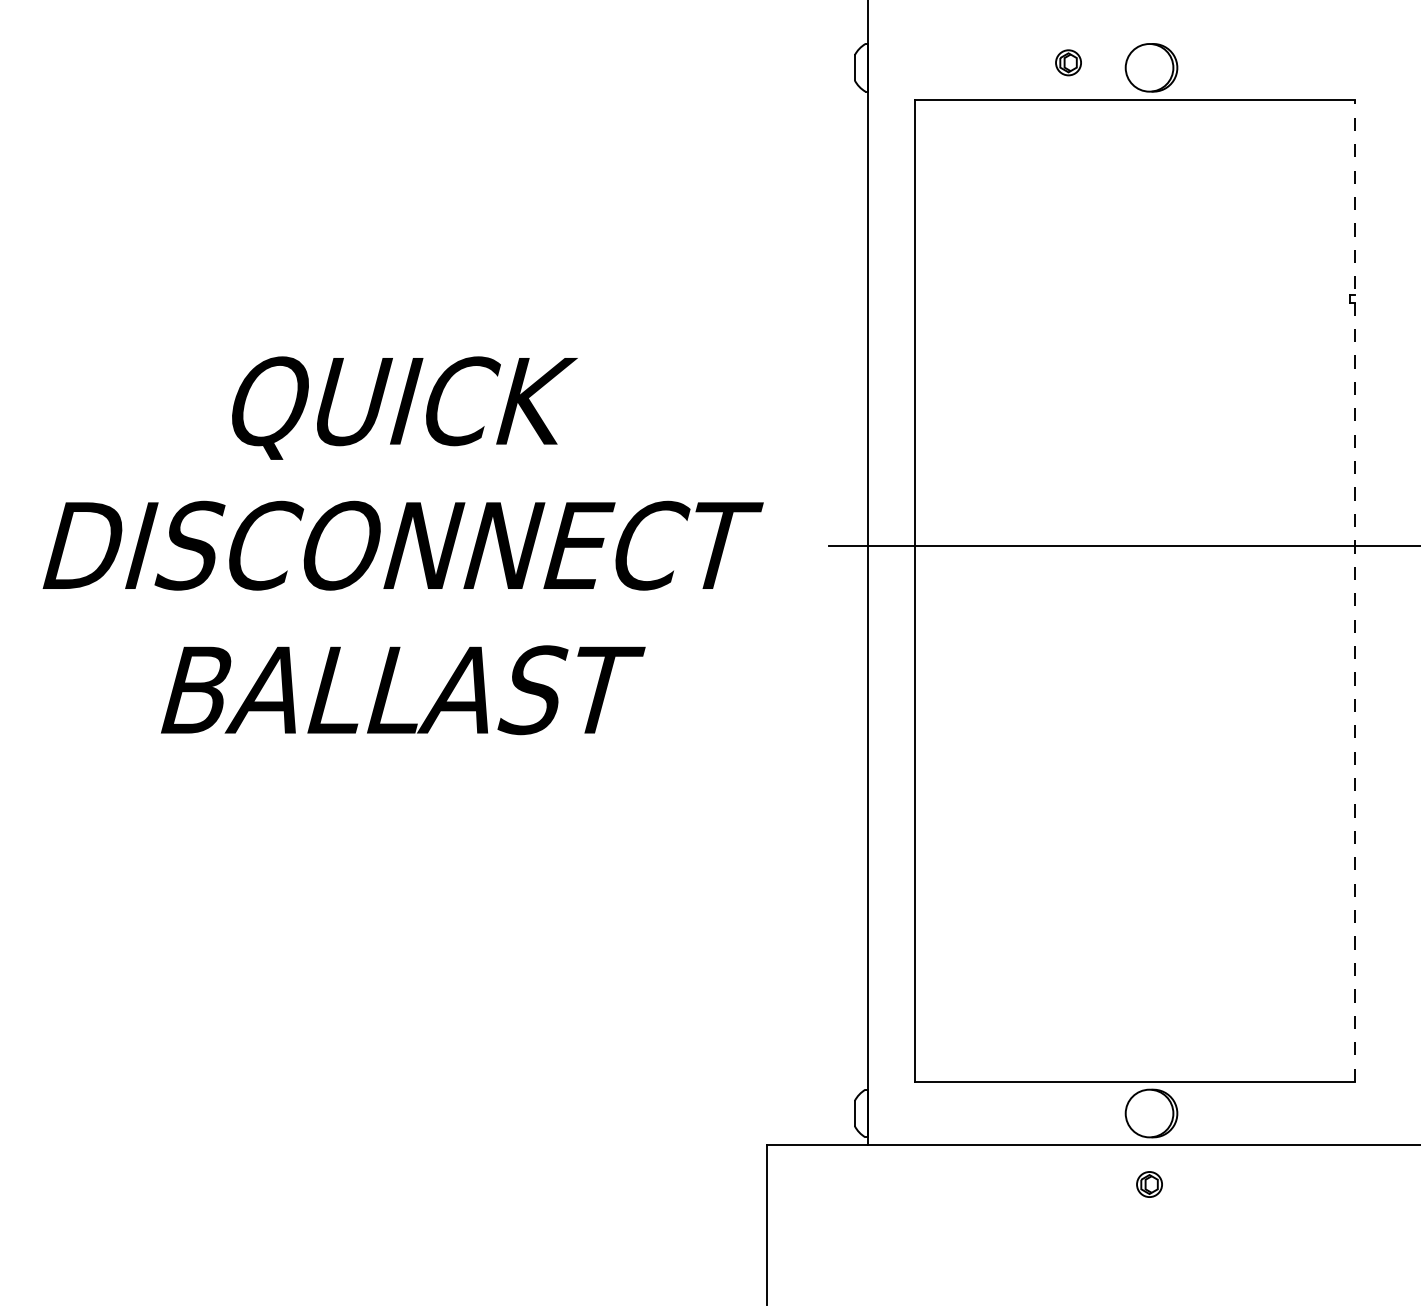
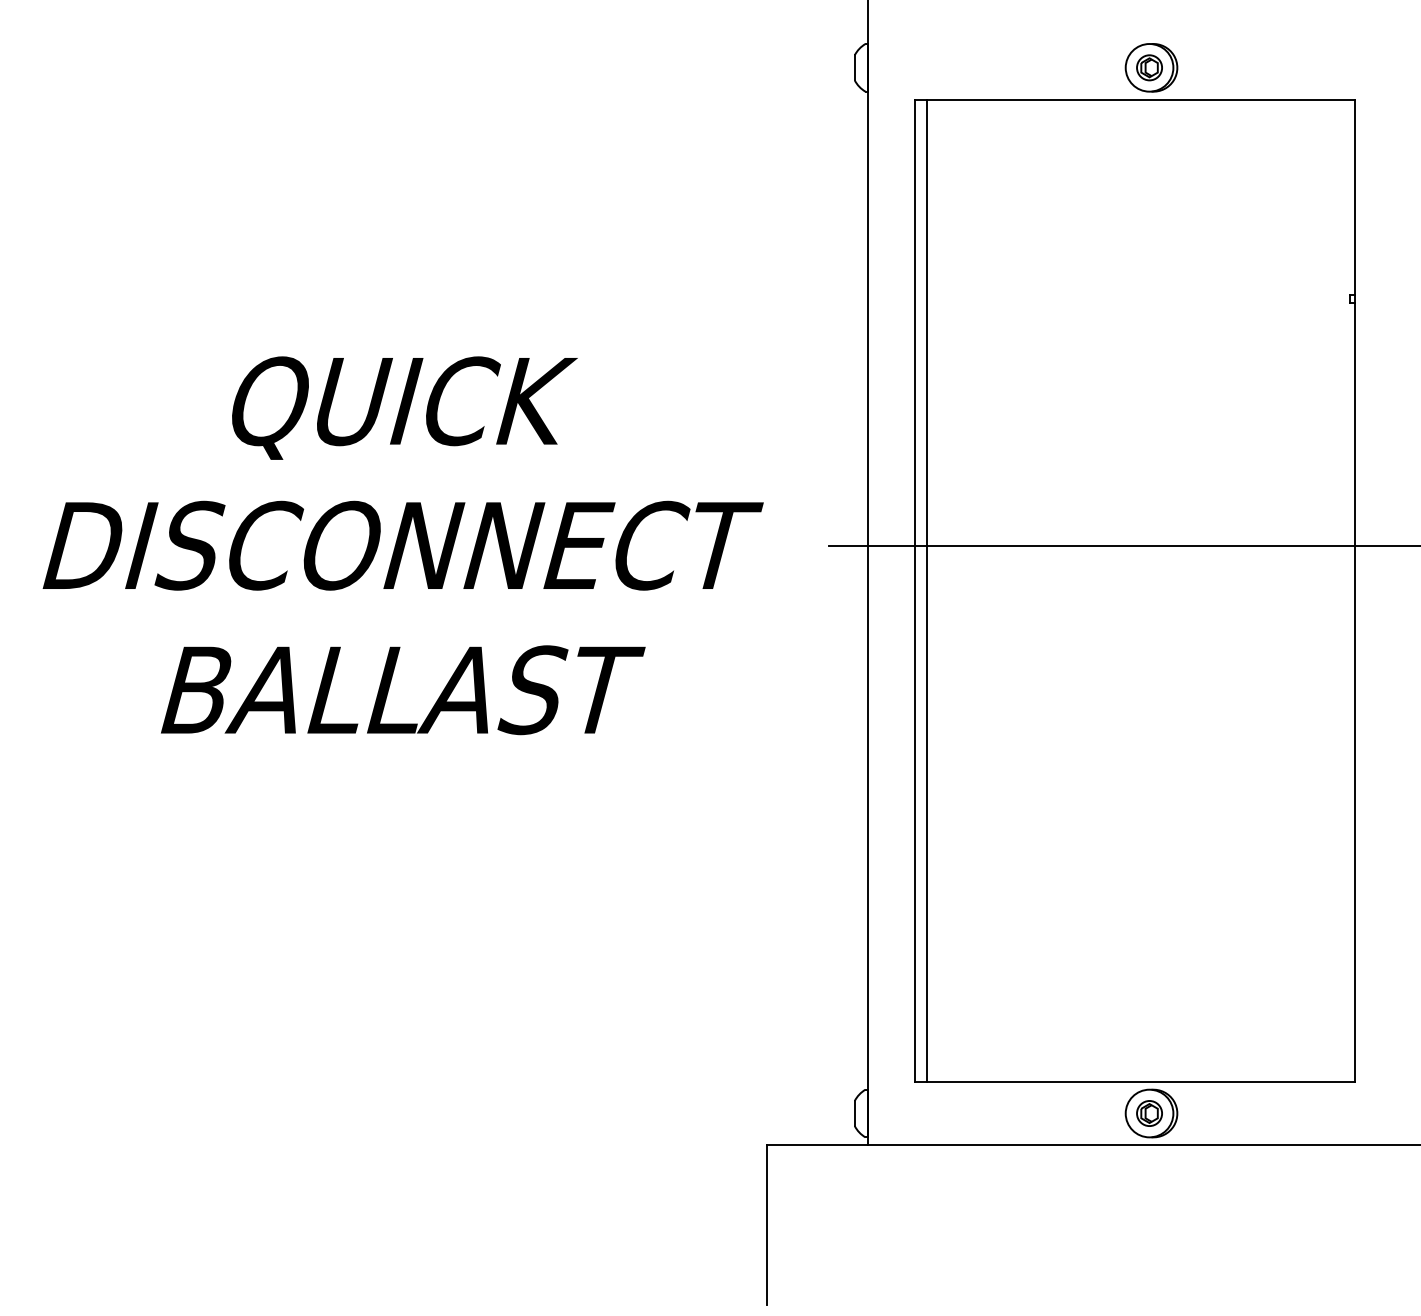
part at (1068, 62) position: (1068, 62) -> (1149, 67)
line at (926, 590): none -> present
line at (1355, 590): dashed -> solid
part at (1149, 1184) position: (1149, 1184) -> (1149, 1113)
